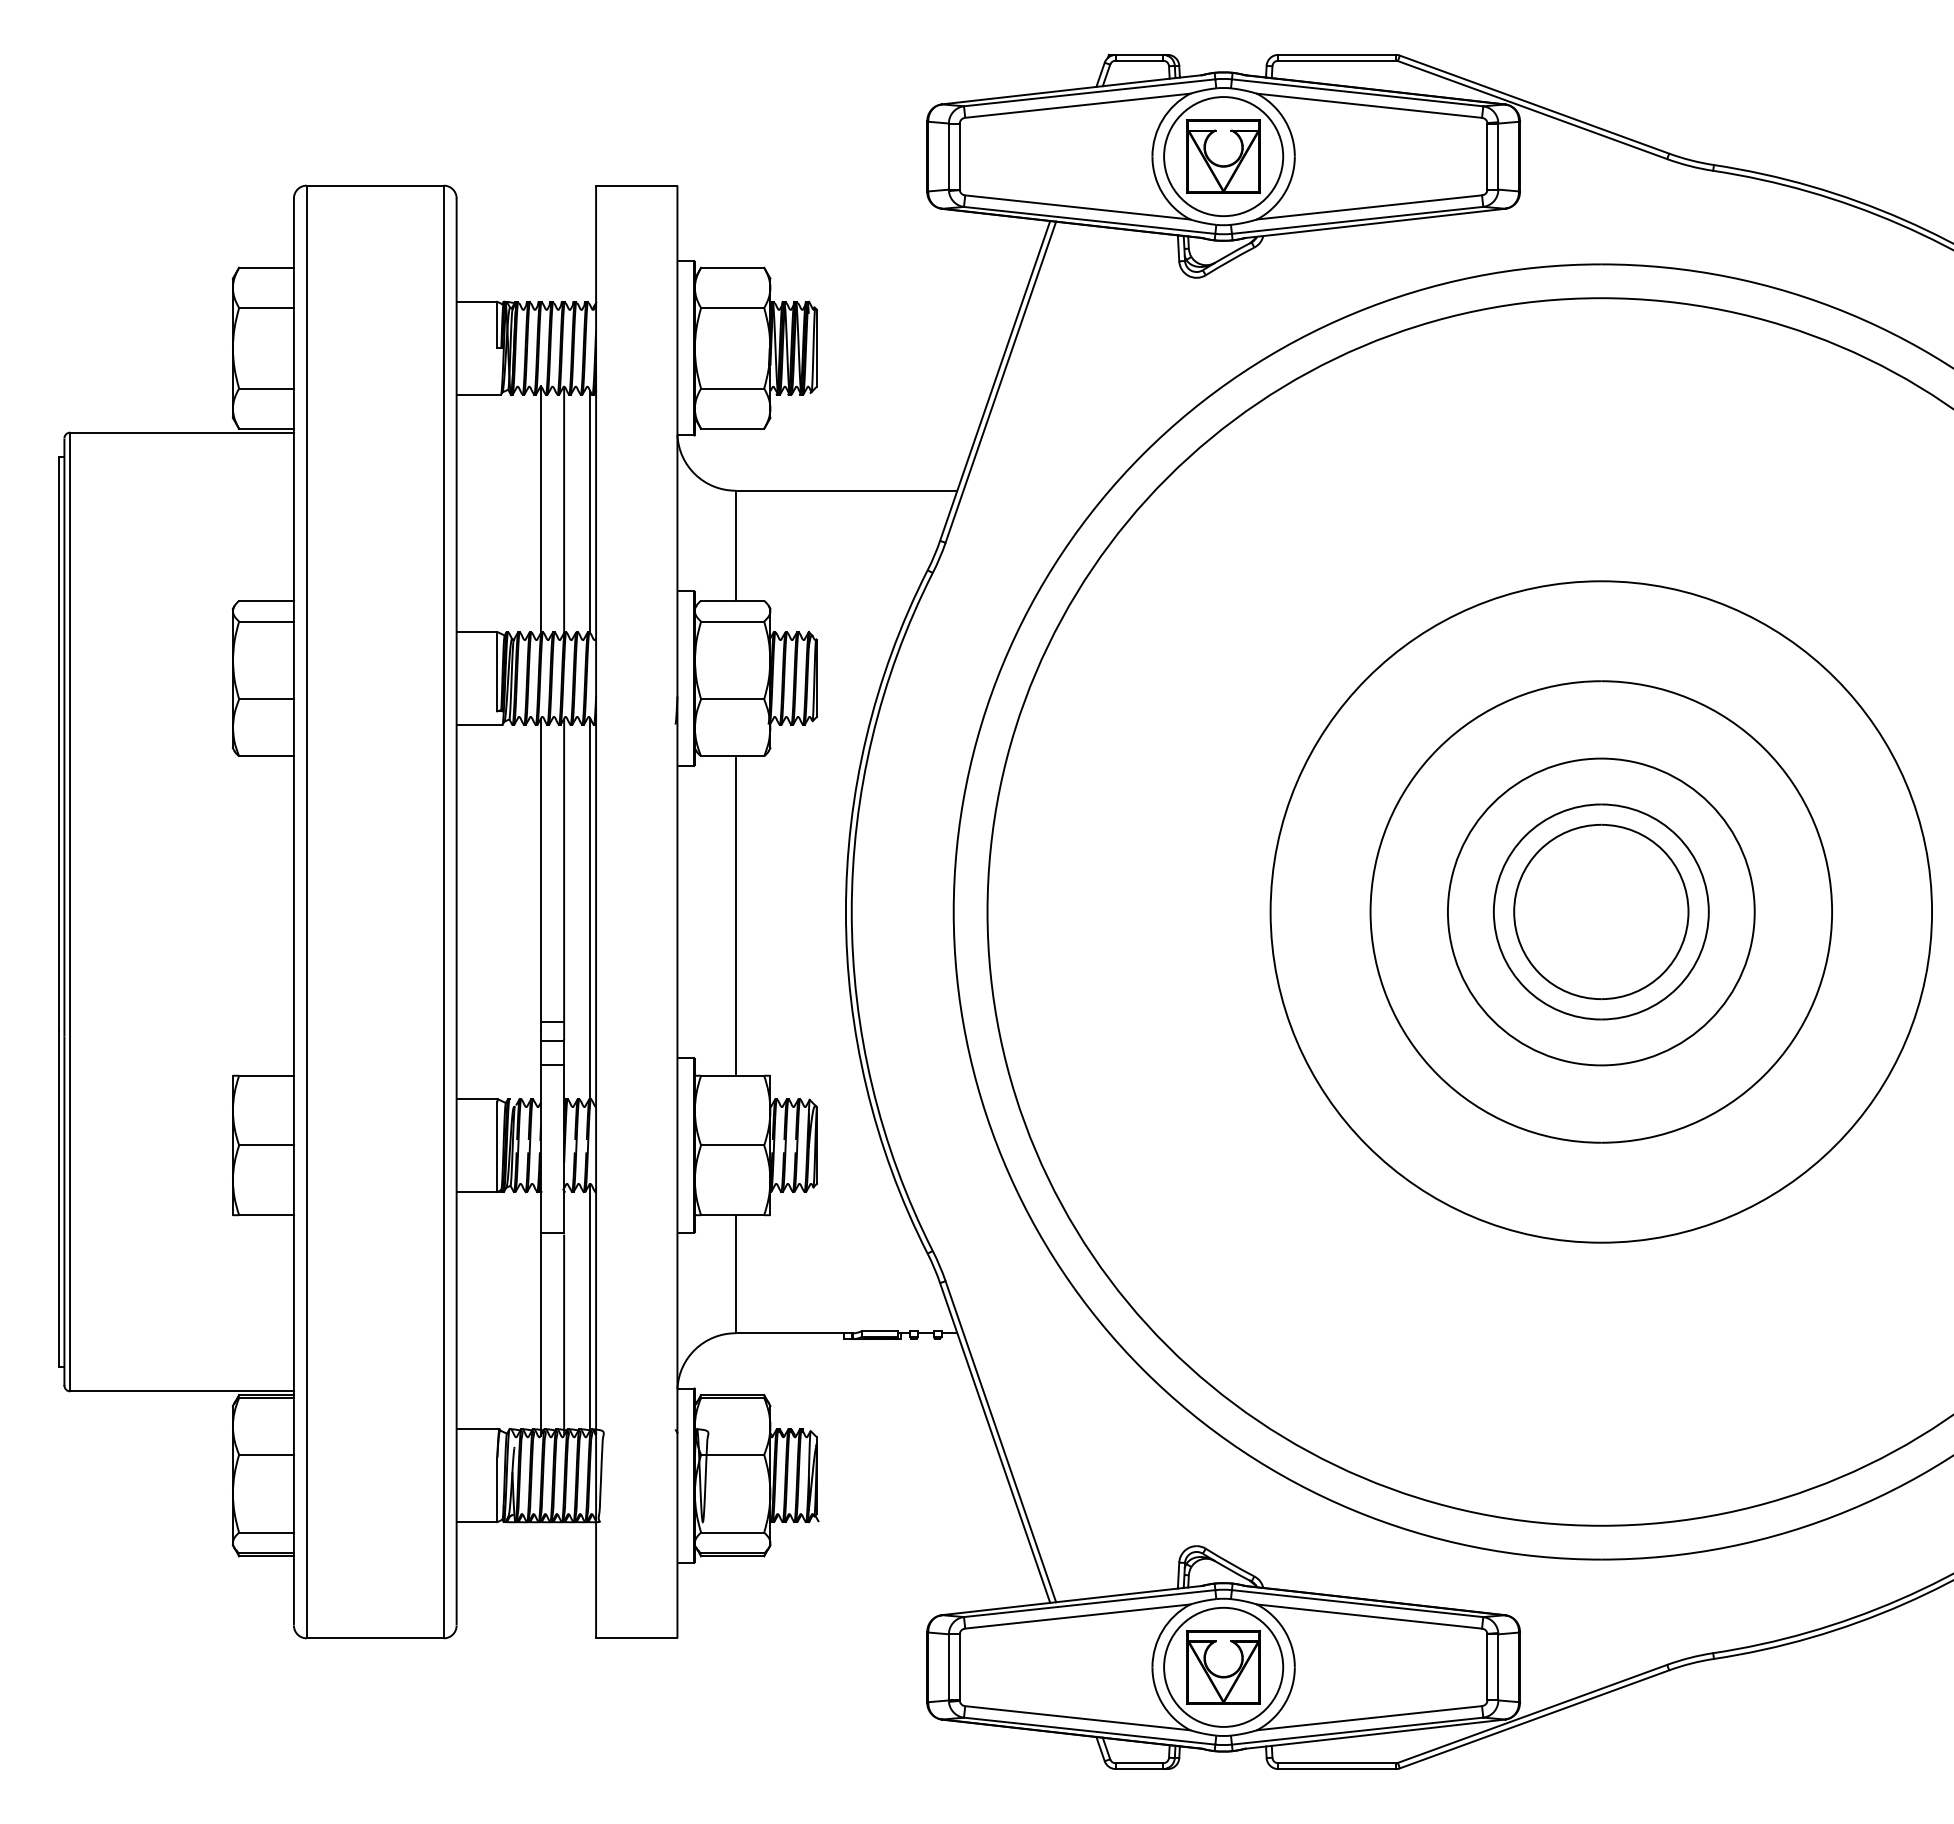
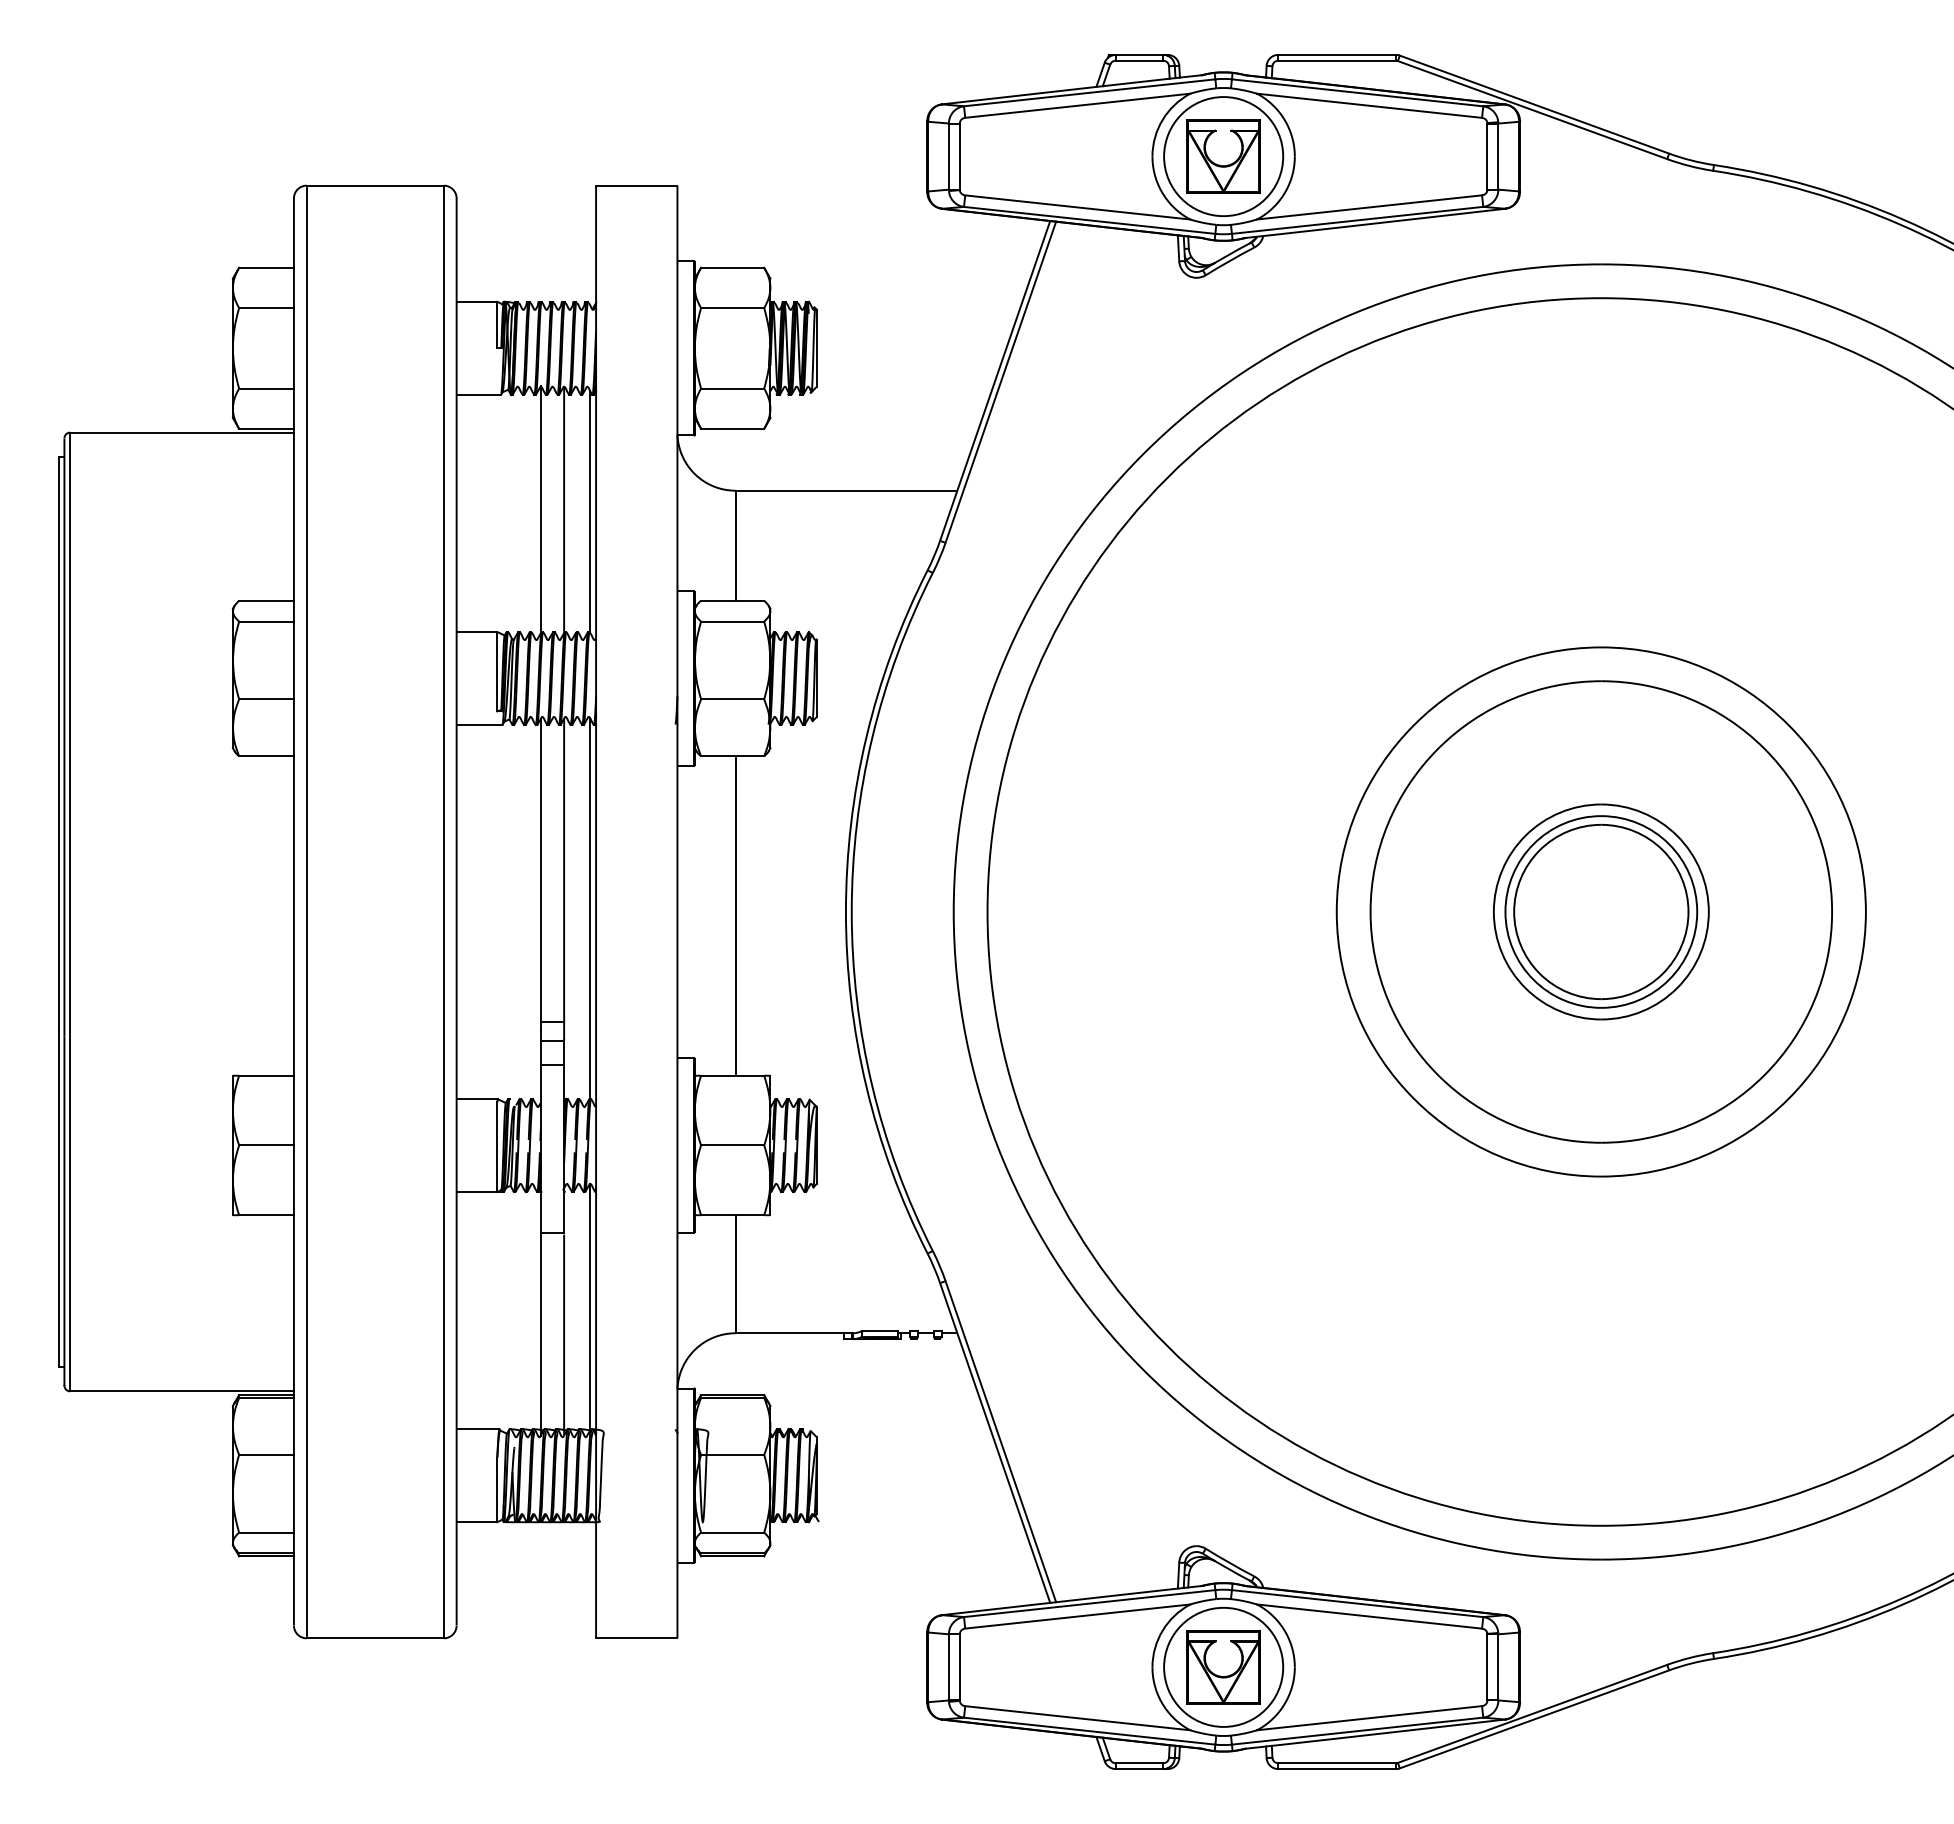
circle at (1600, 911) diameter: 307 px -> 192 px
circle at (1601, 911) diameter: 661 px -> 529 px
